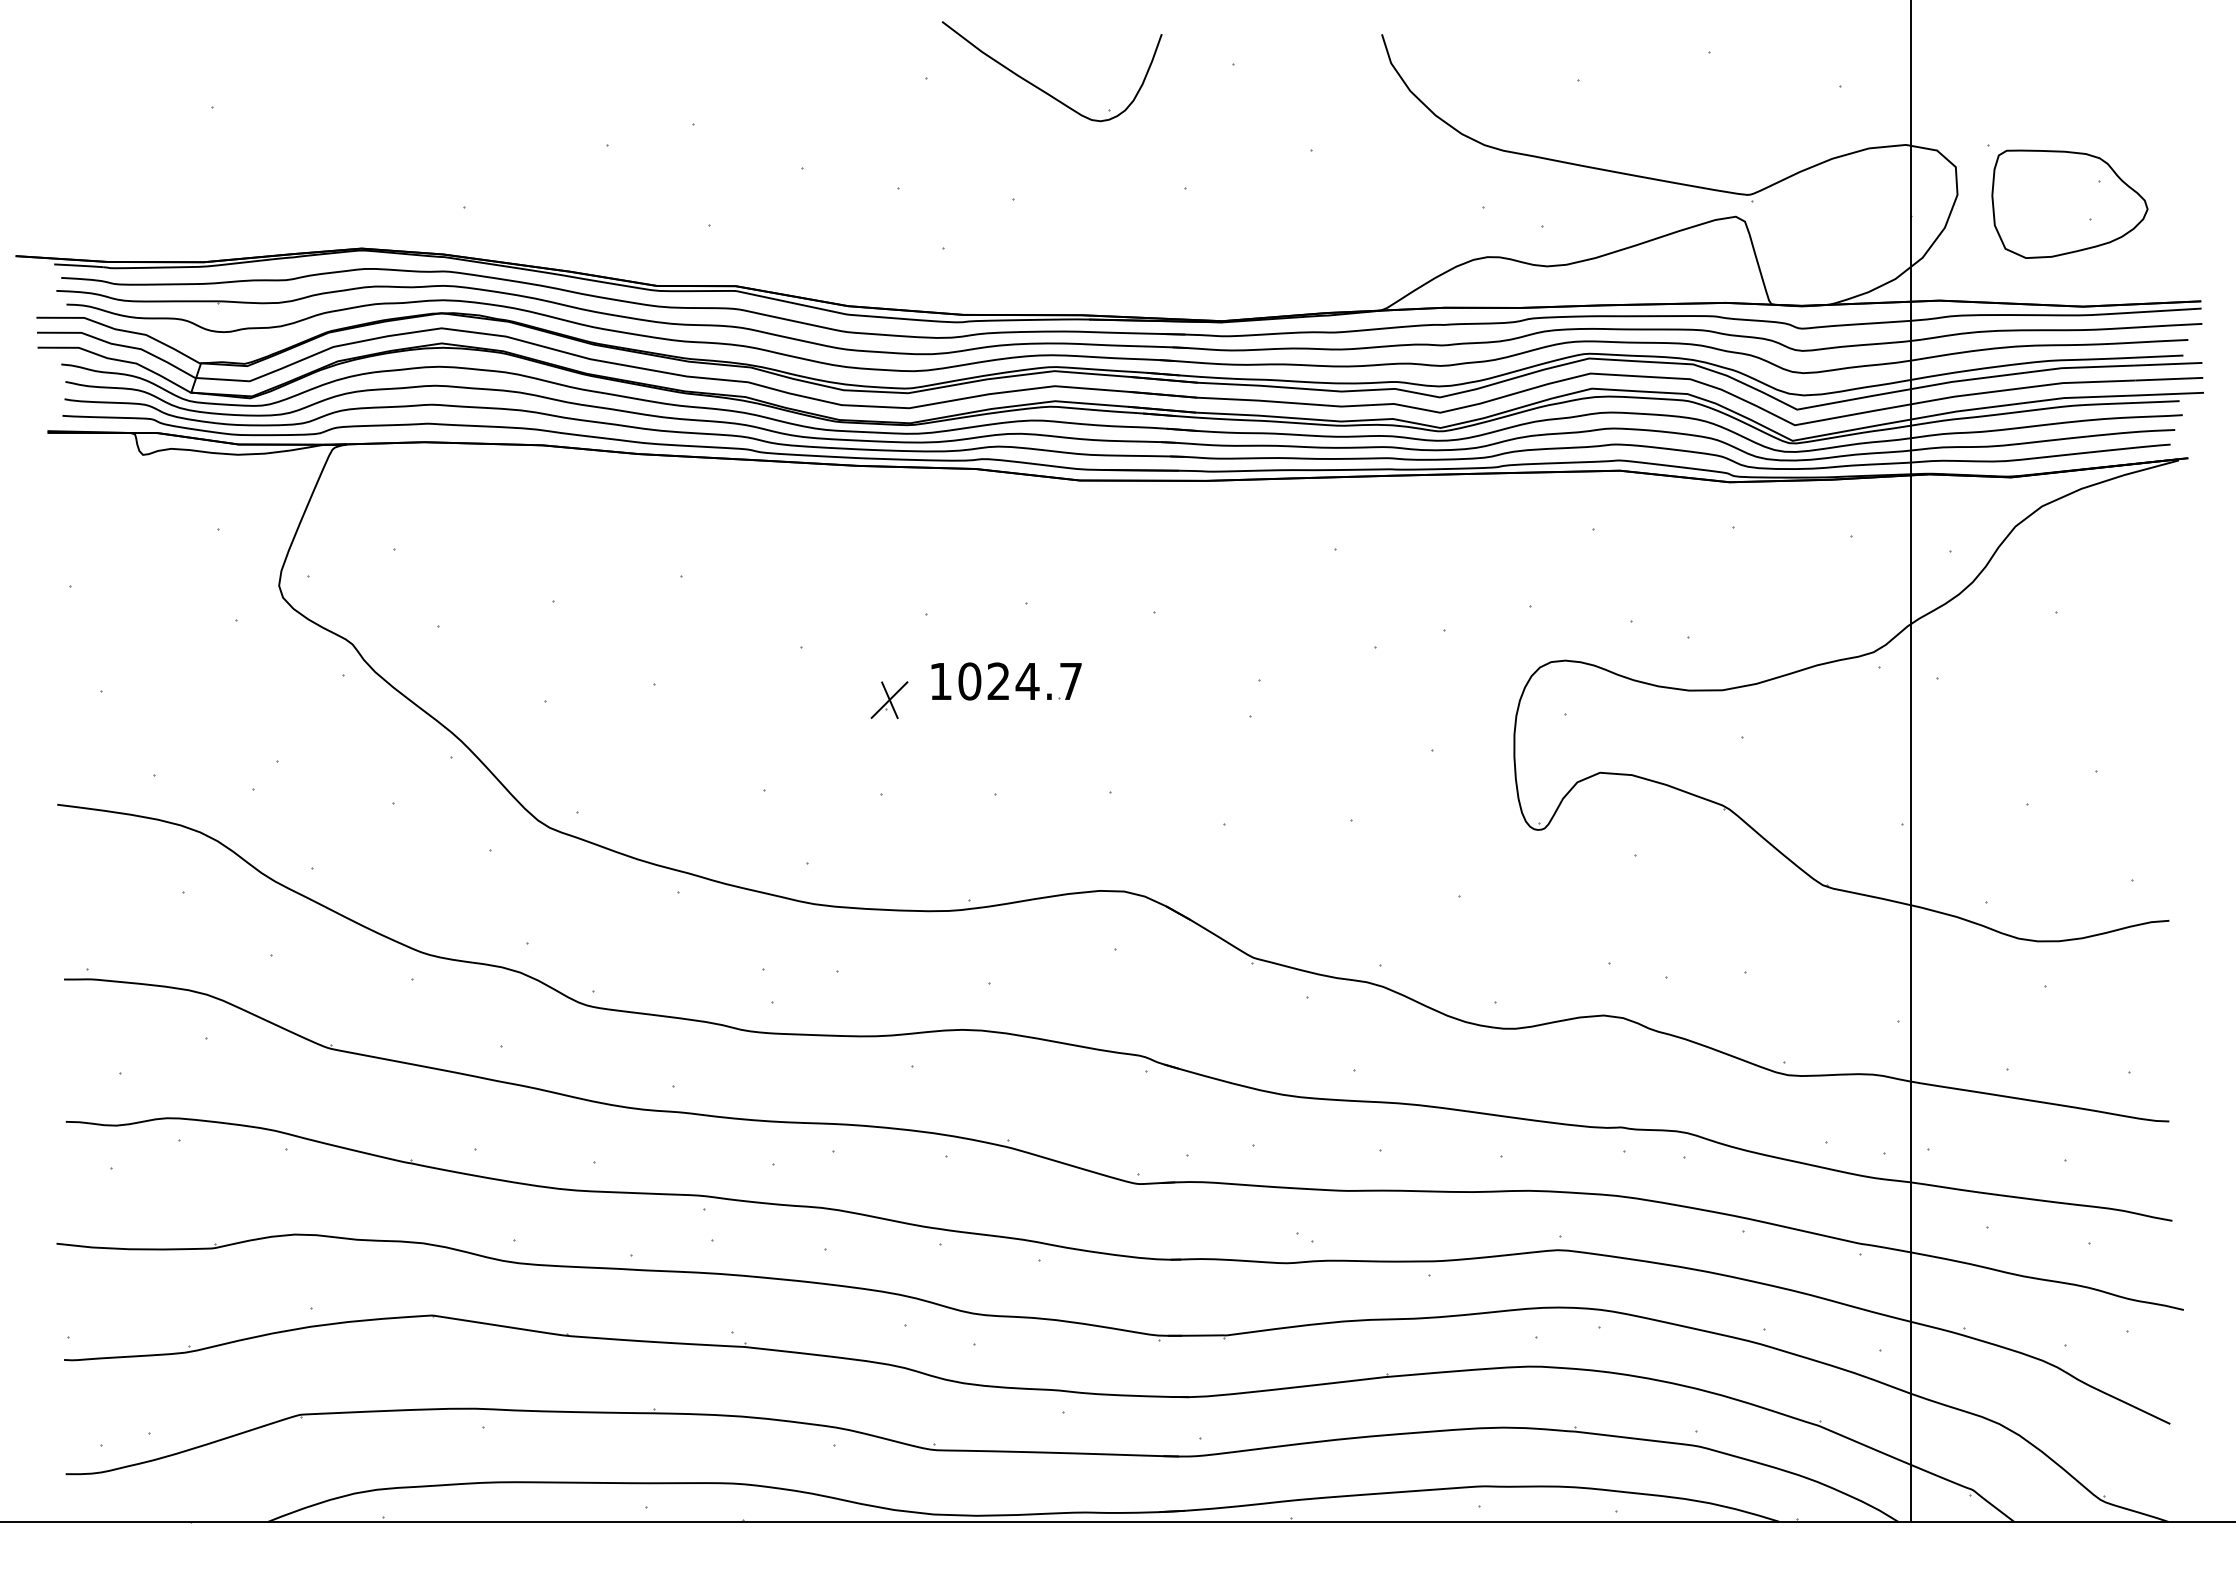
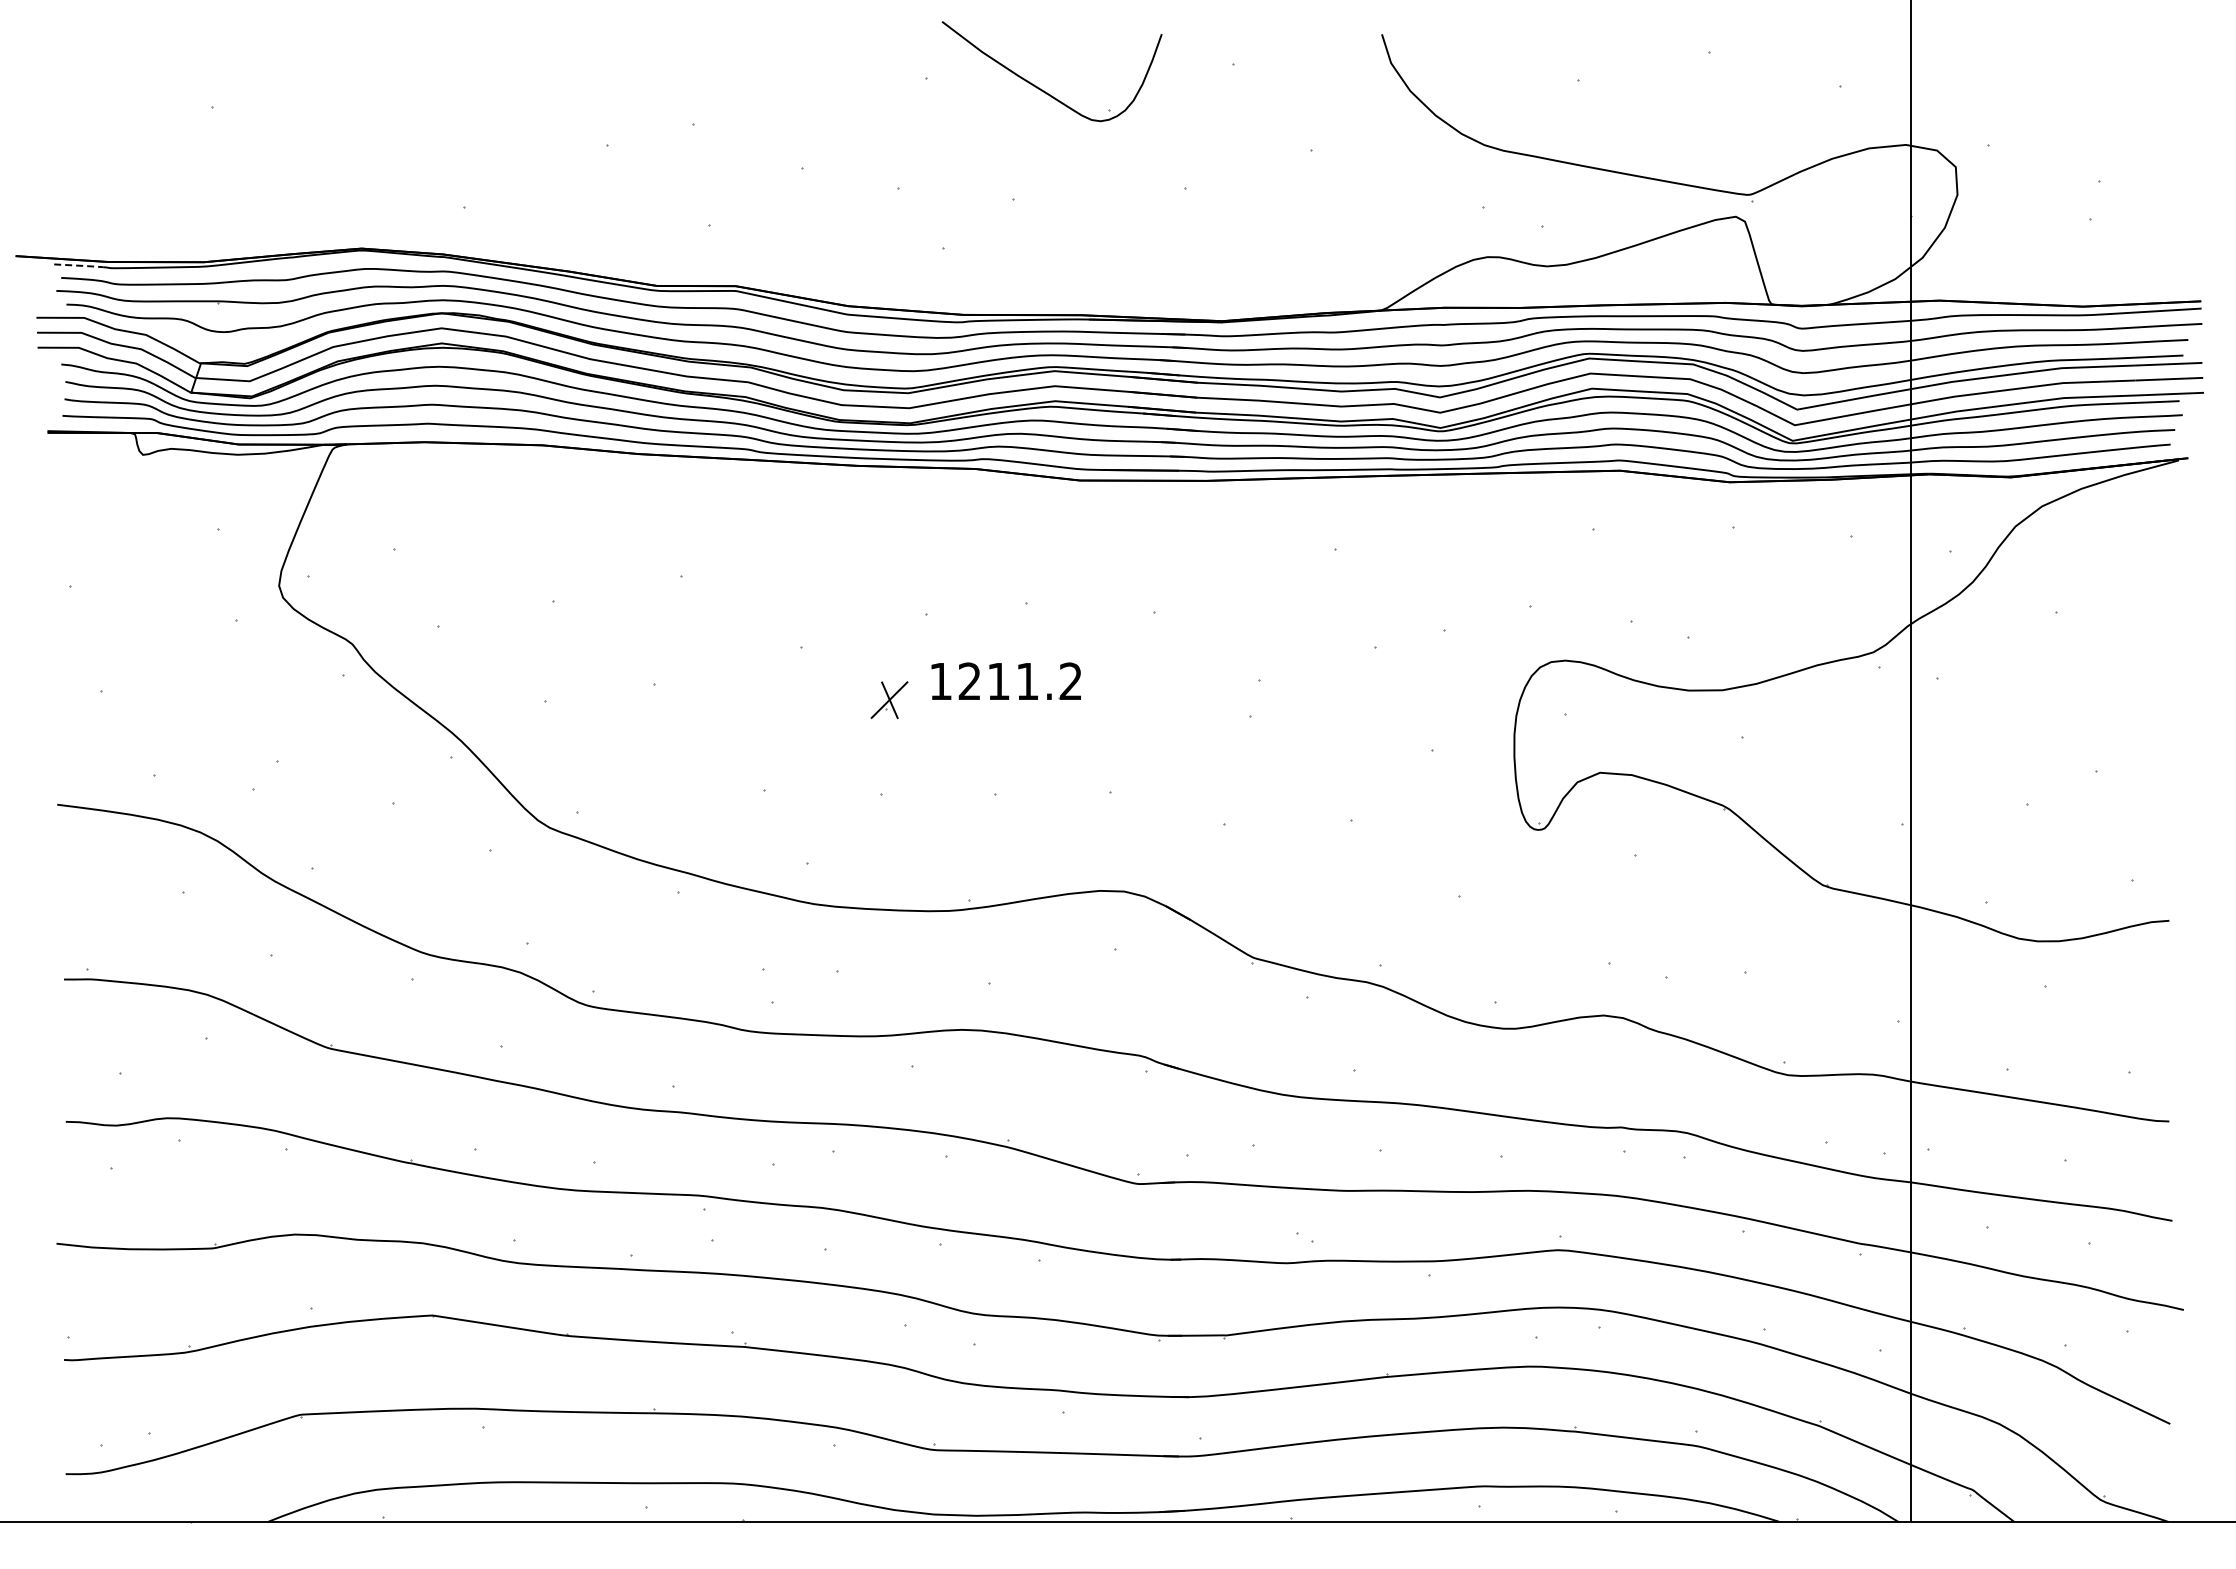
part at (2069, 203): present -> none
line at (79, 265): solid -> dashed
text at (1019, 681): 1024.7 -> 1211.2
